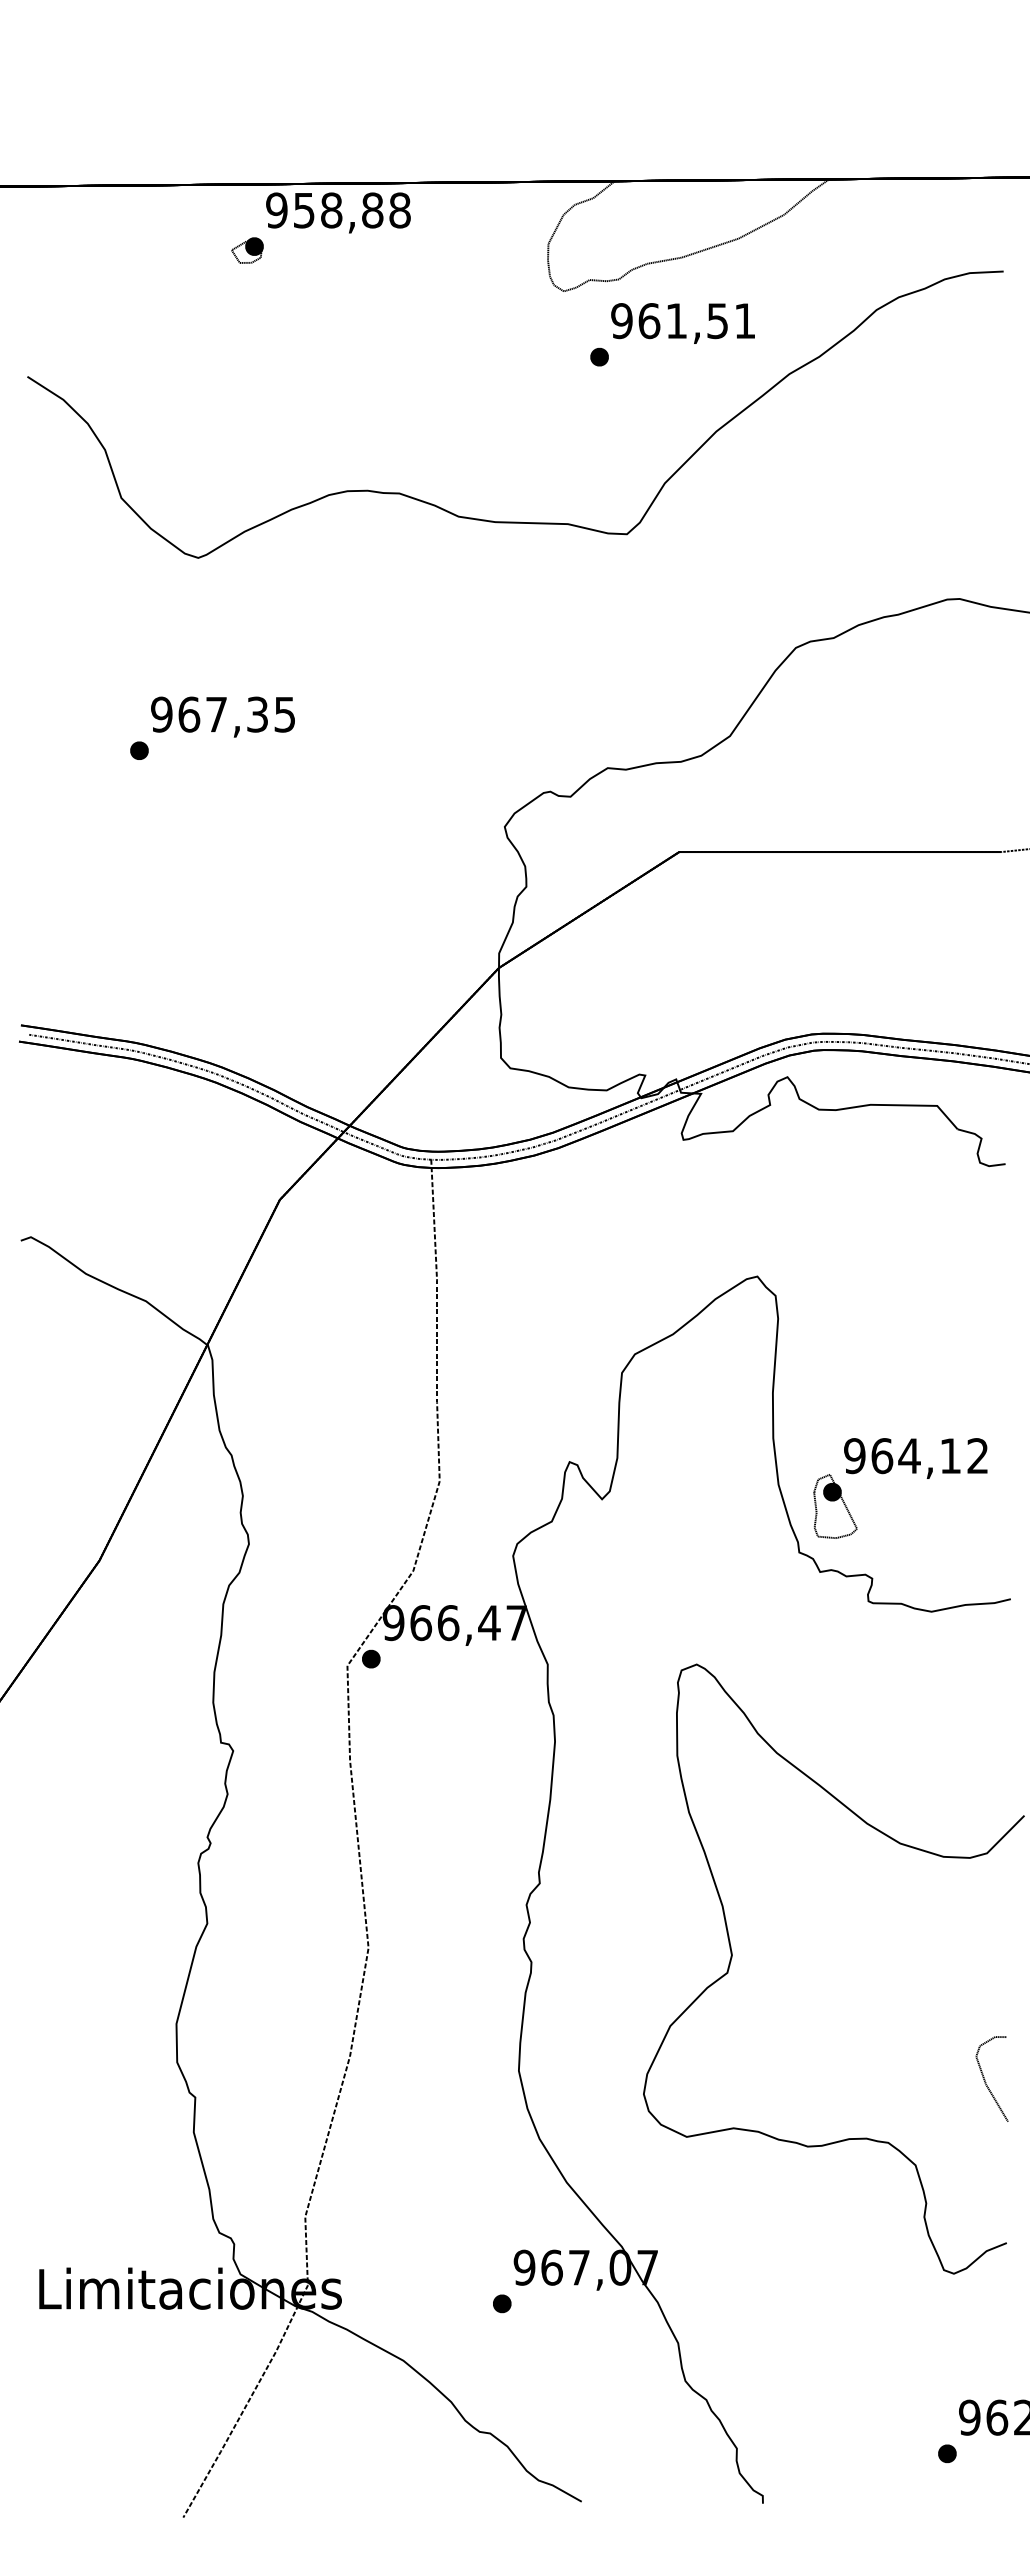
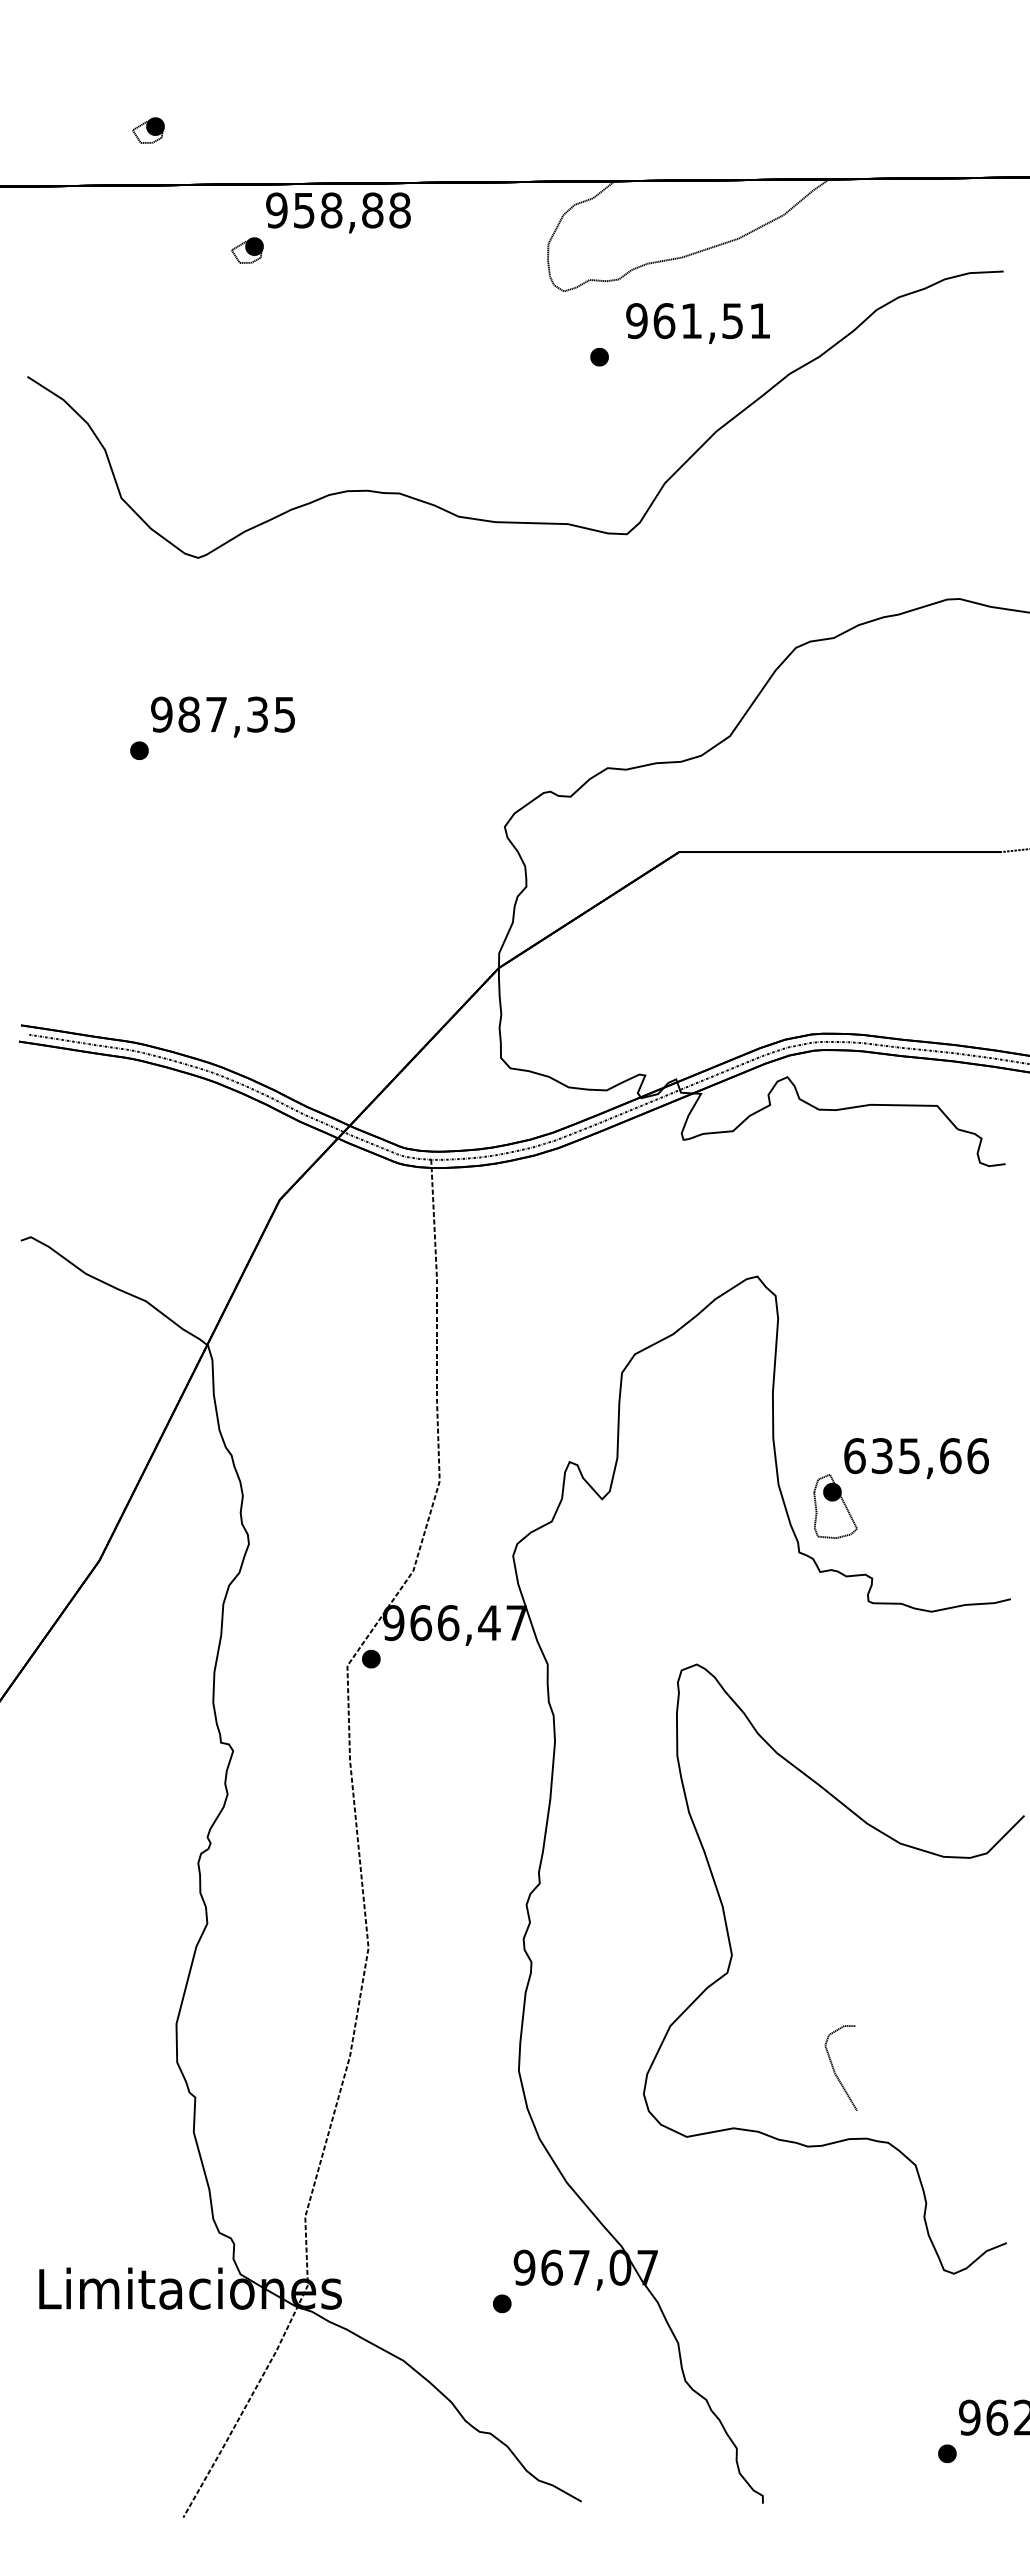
part at (148, 130): none -> present
text at (682, 323) position: (682, 323) -> (697, 323)
text at (189, 714): 967,35 -> 987,35
text at (916, 1456): 964,12 -> 635,66
curve at (985, 2079) position: (985, 2079) -> (834, 2068)
